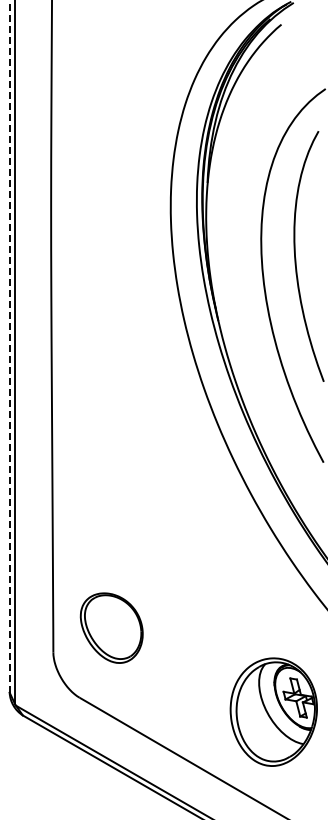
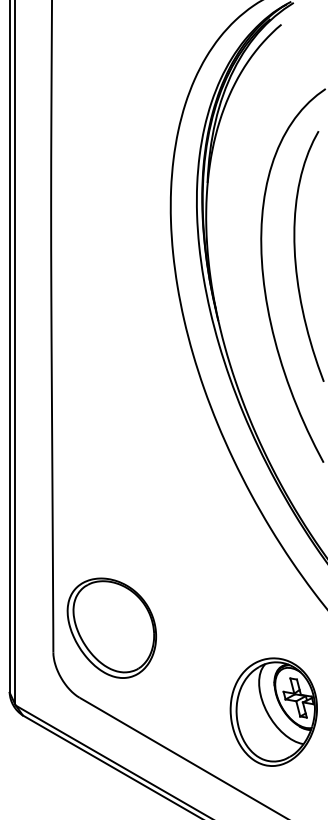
line at (9, 346): dashed -> solid
part at (111, 627) size: 65x72 px -> 91x102 px
